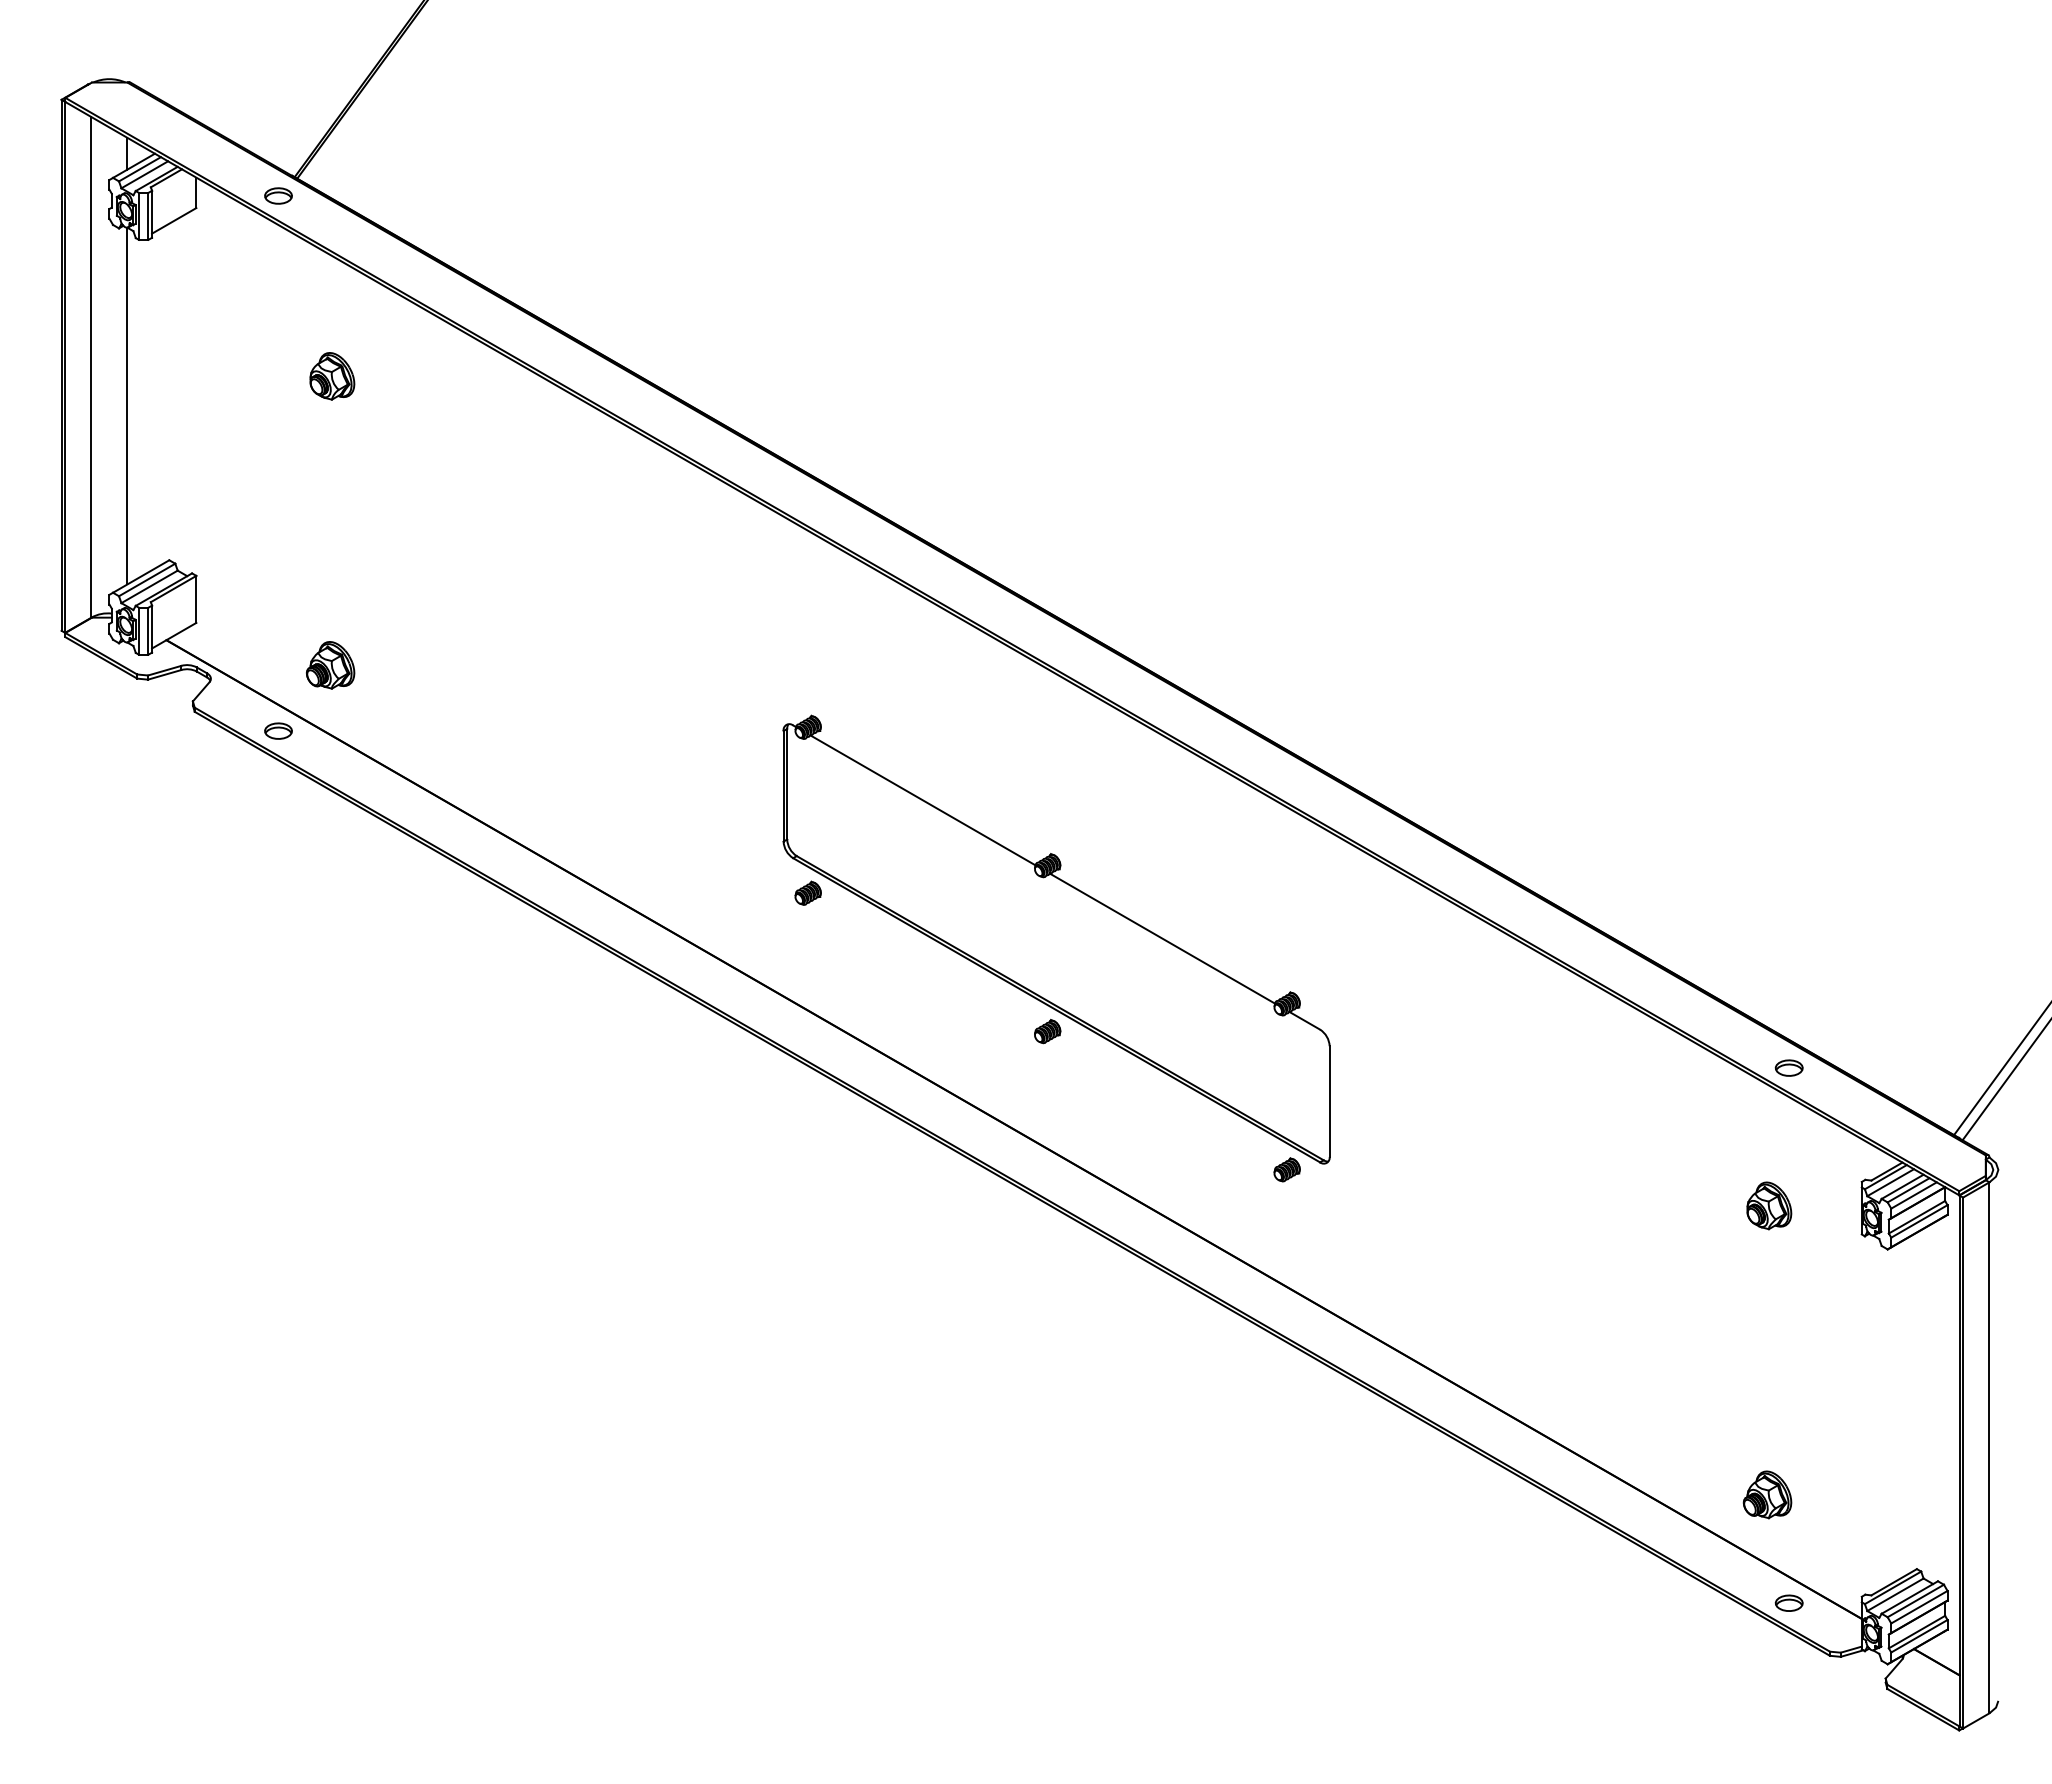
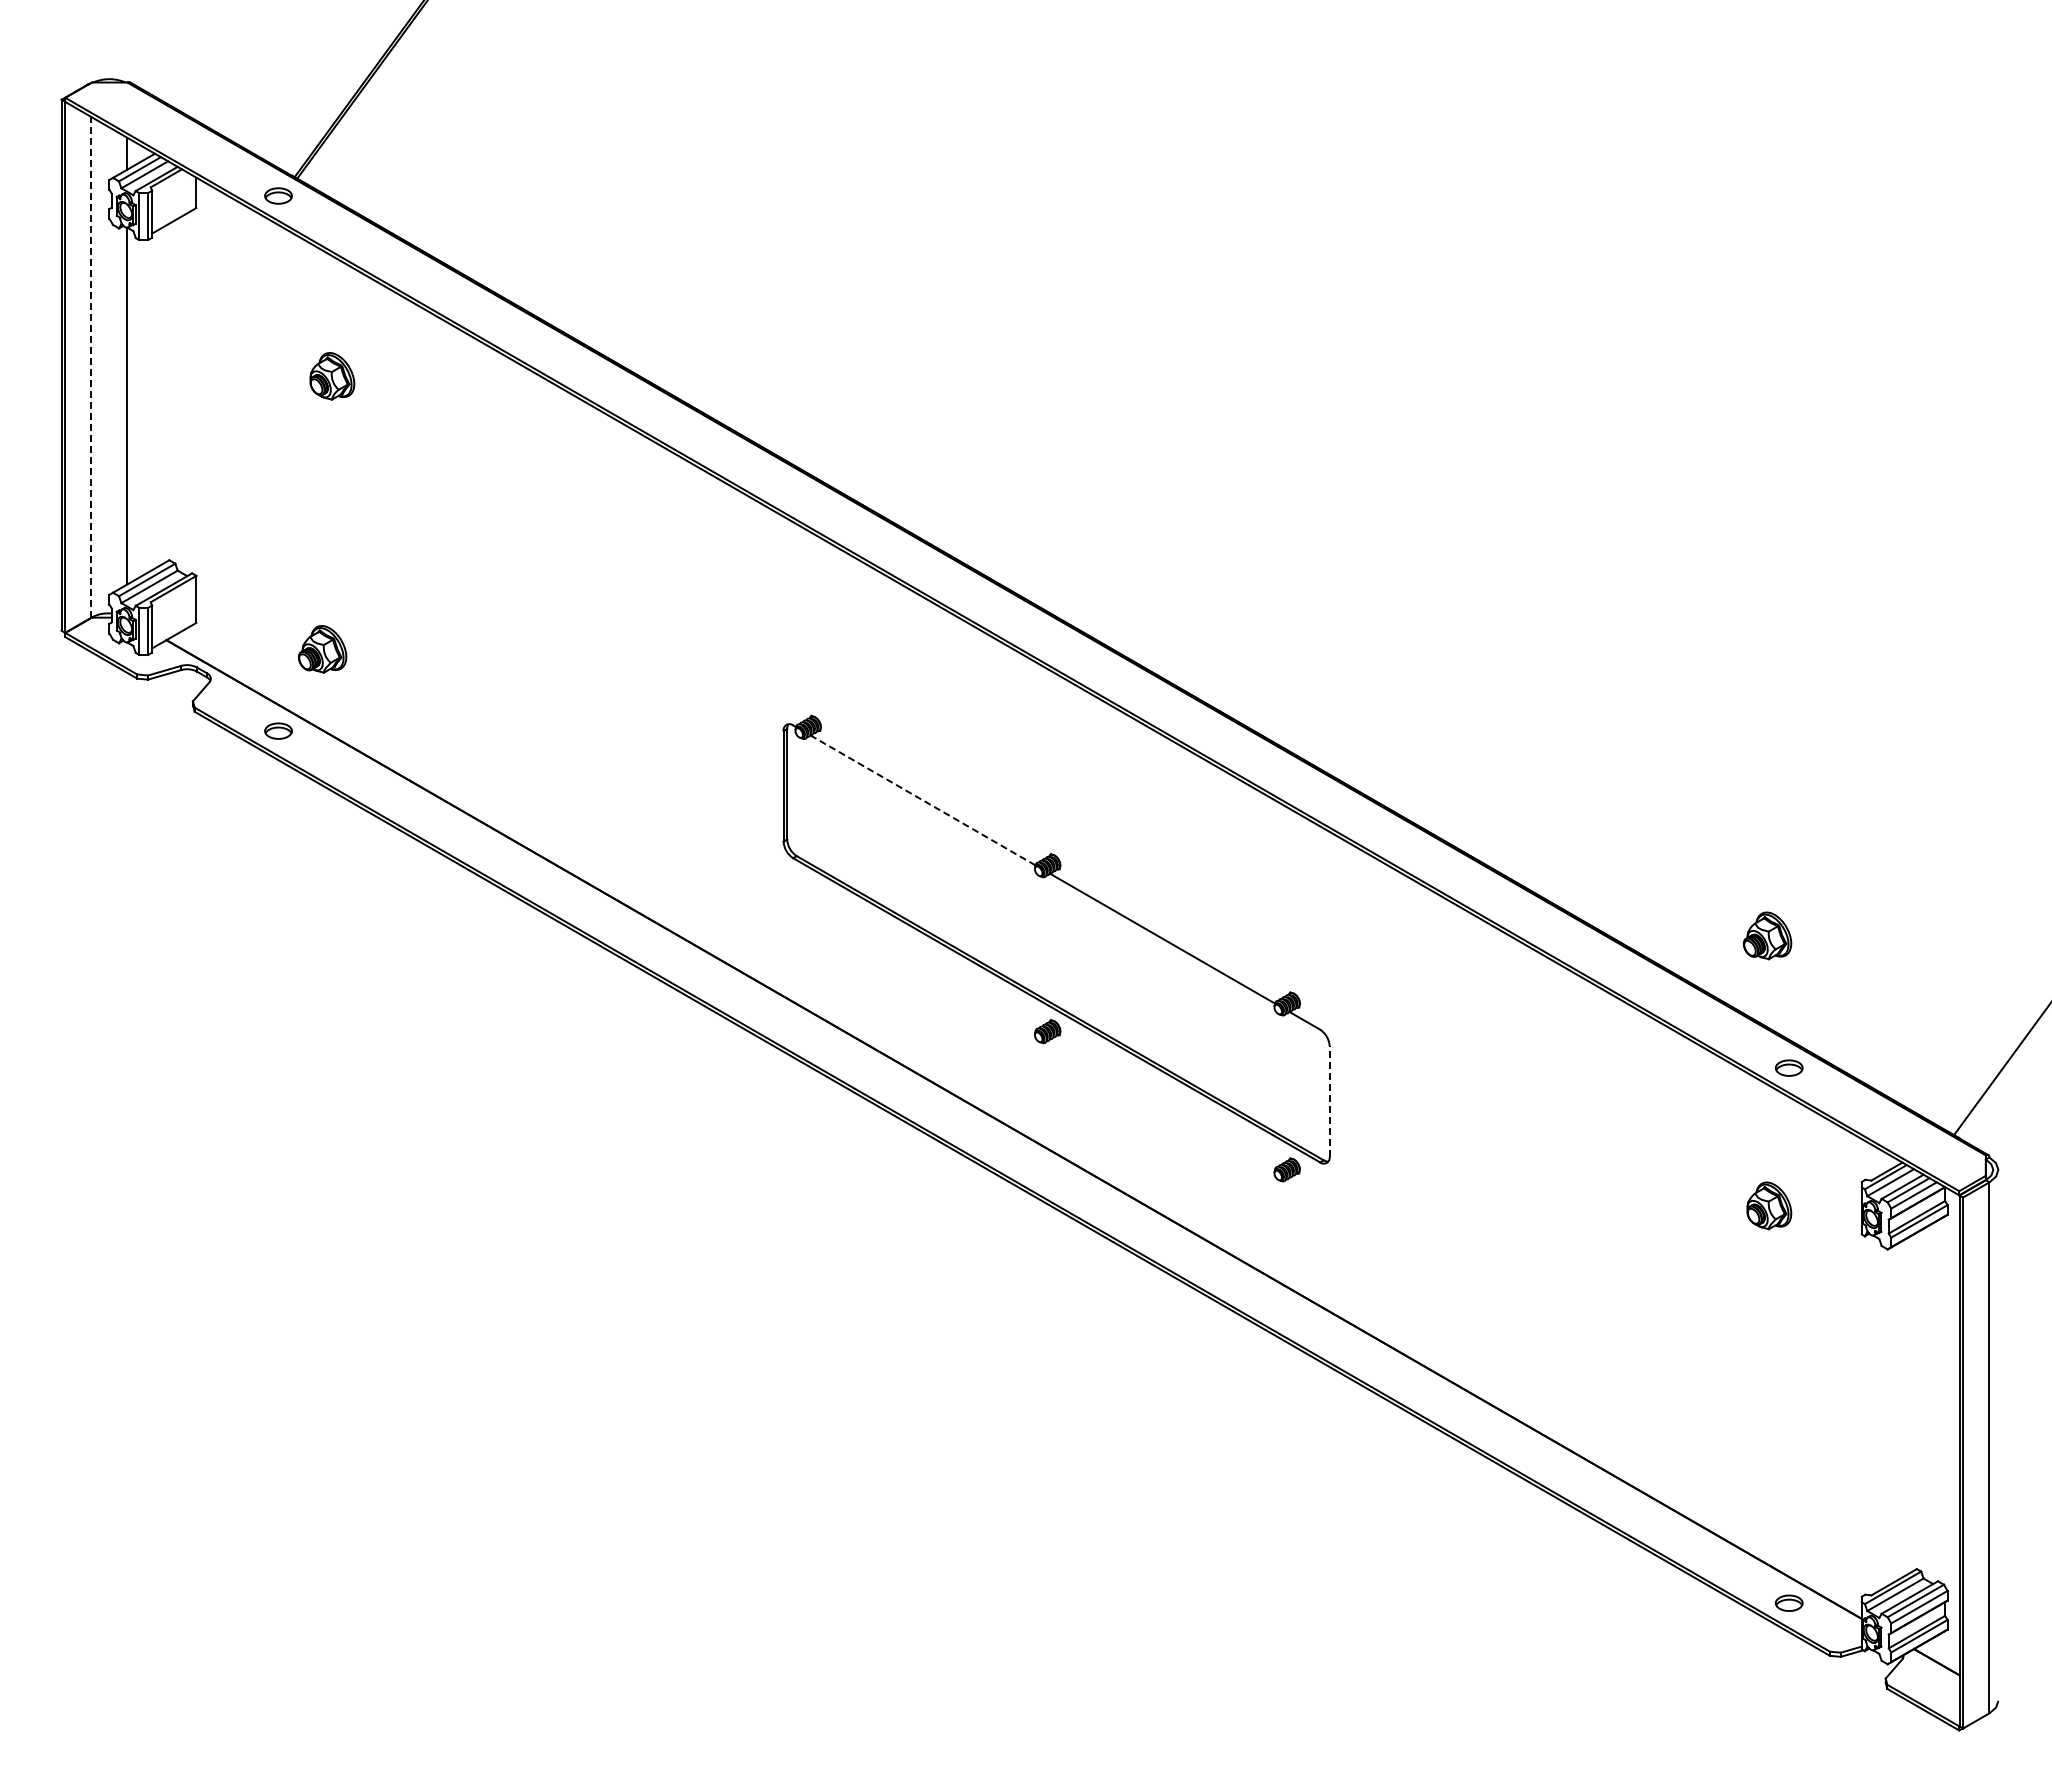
line at (91, 366): solid -> dashed
part at (330, 665) position: (330, 665) -> (322, 649)
line at (922, 800): solid -> dashed
part at (807, 892): present -> none
line at (2005, 1081): present -> none
line at (1329, 1101): solid -> dashed
part at (1767, 1494) position: (1767, 1494) -> (1767, 935)
